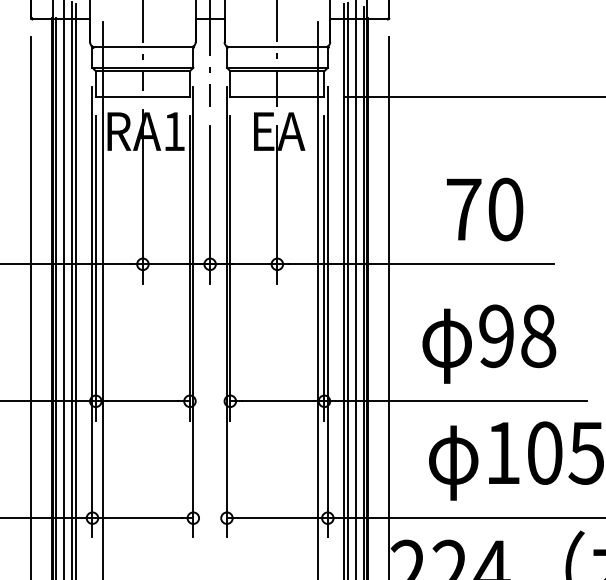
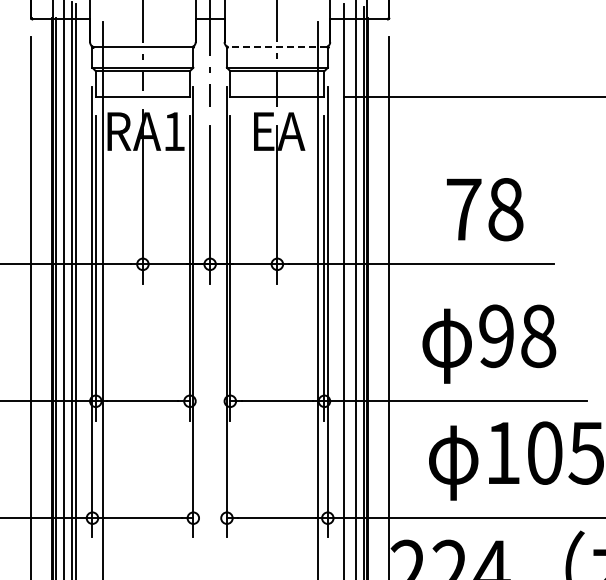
line at (277, 46): solid -> dashed
text at (505, 209): 70 -> 78
line at (348, 289): present -> none
